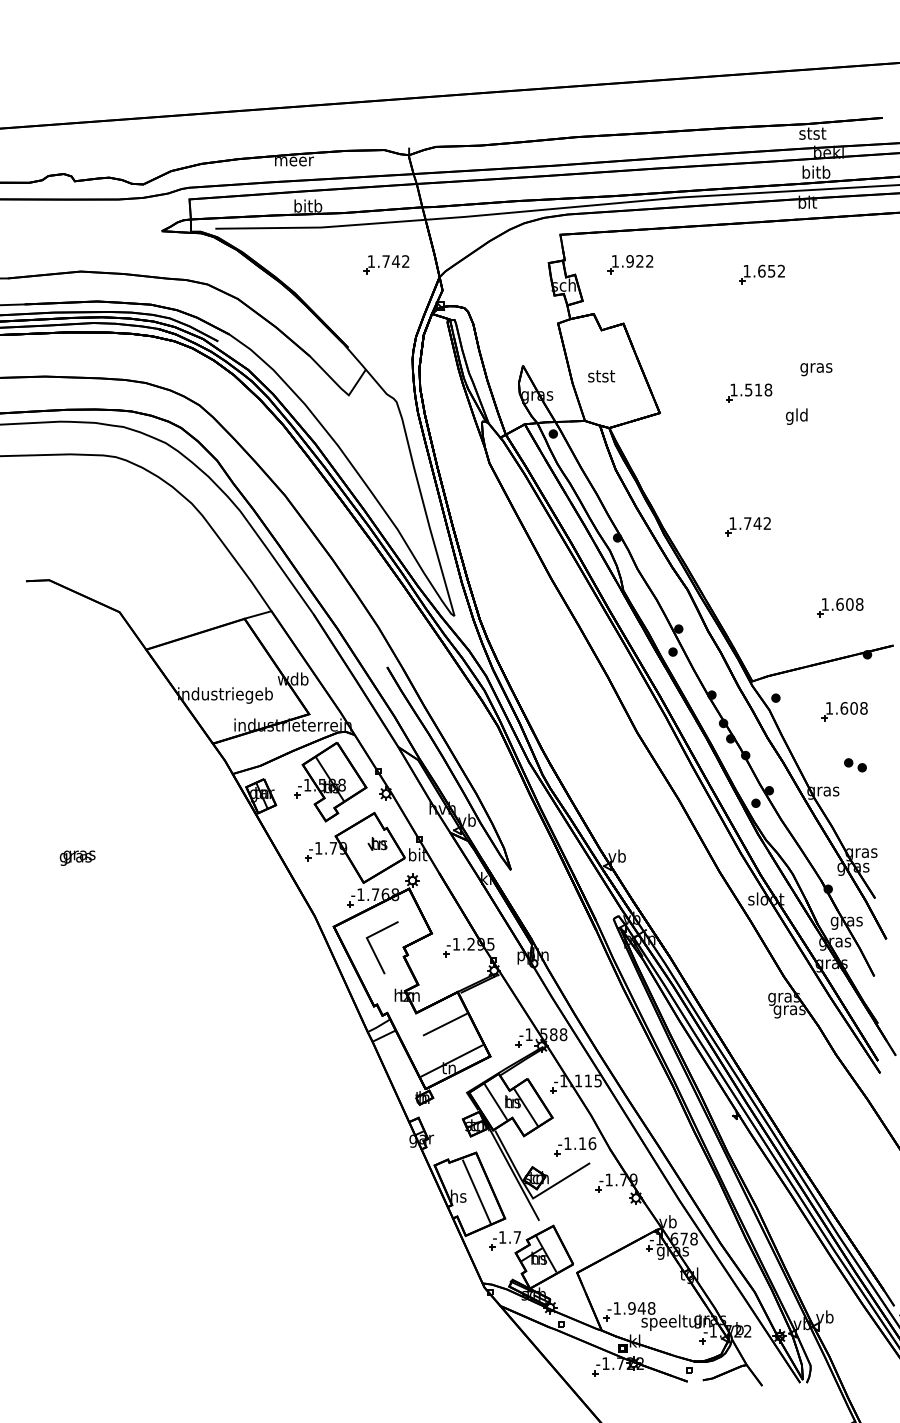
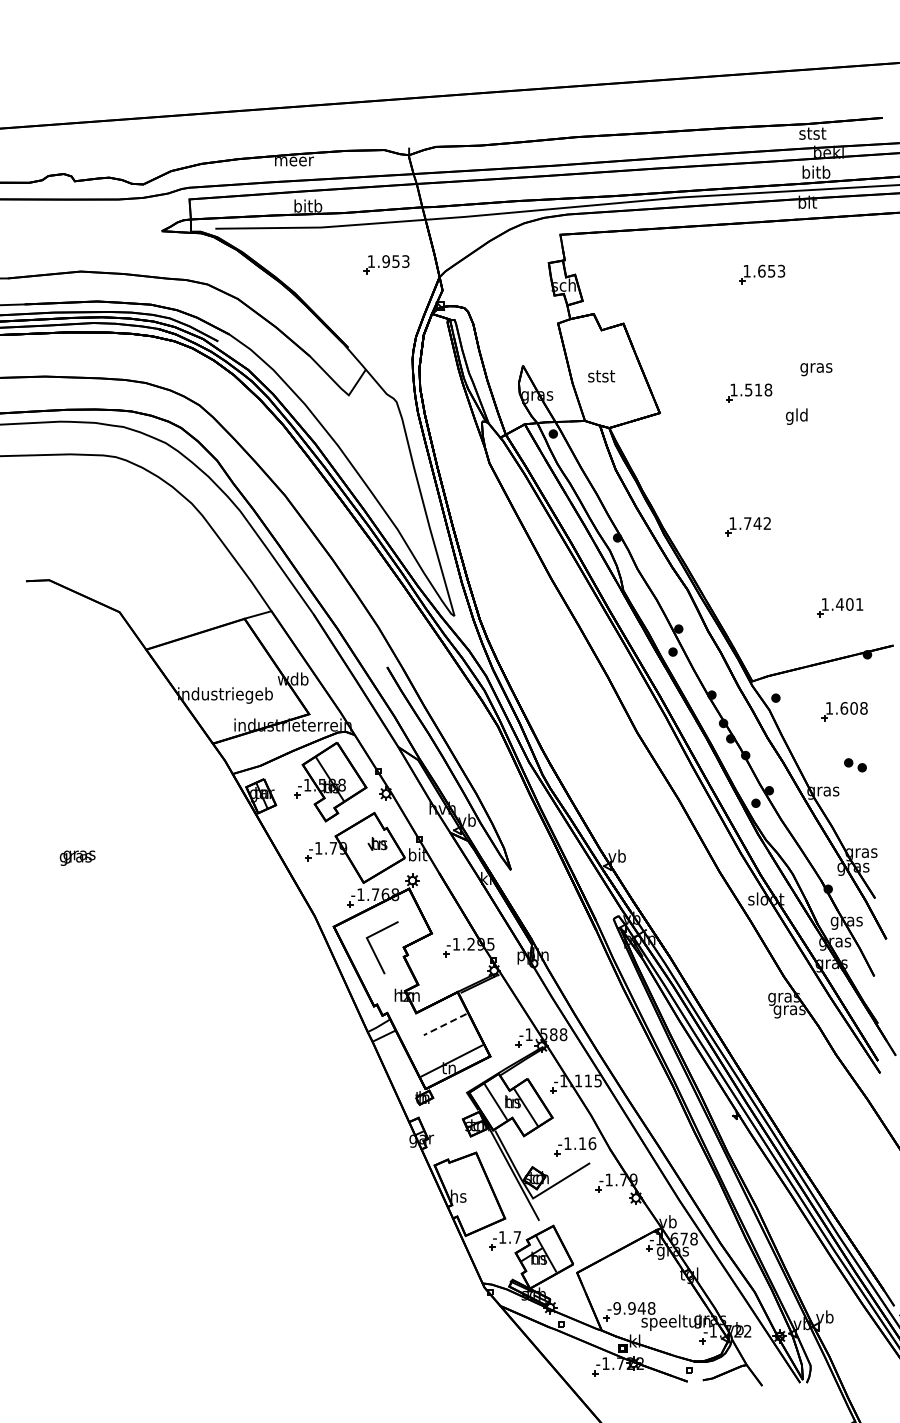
text at (395, 261): 1.742 -> 1.953
part at (630, 264): present -> none
text at (781, 271): 1.652 -> 1.653
text at (849, 604): 1.608 -> 1.401
line at (445, 1024): solid -> dashed
line at (476, 1191): present -> none
text at (616, 1308): -1.948 -> -9.948
